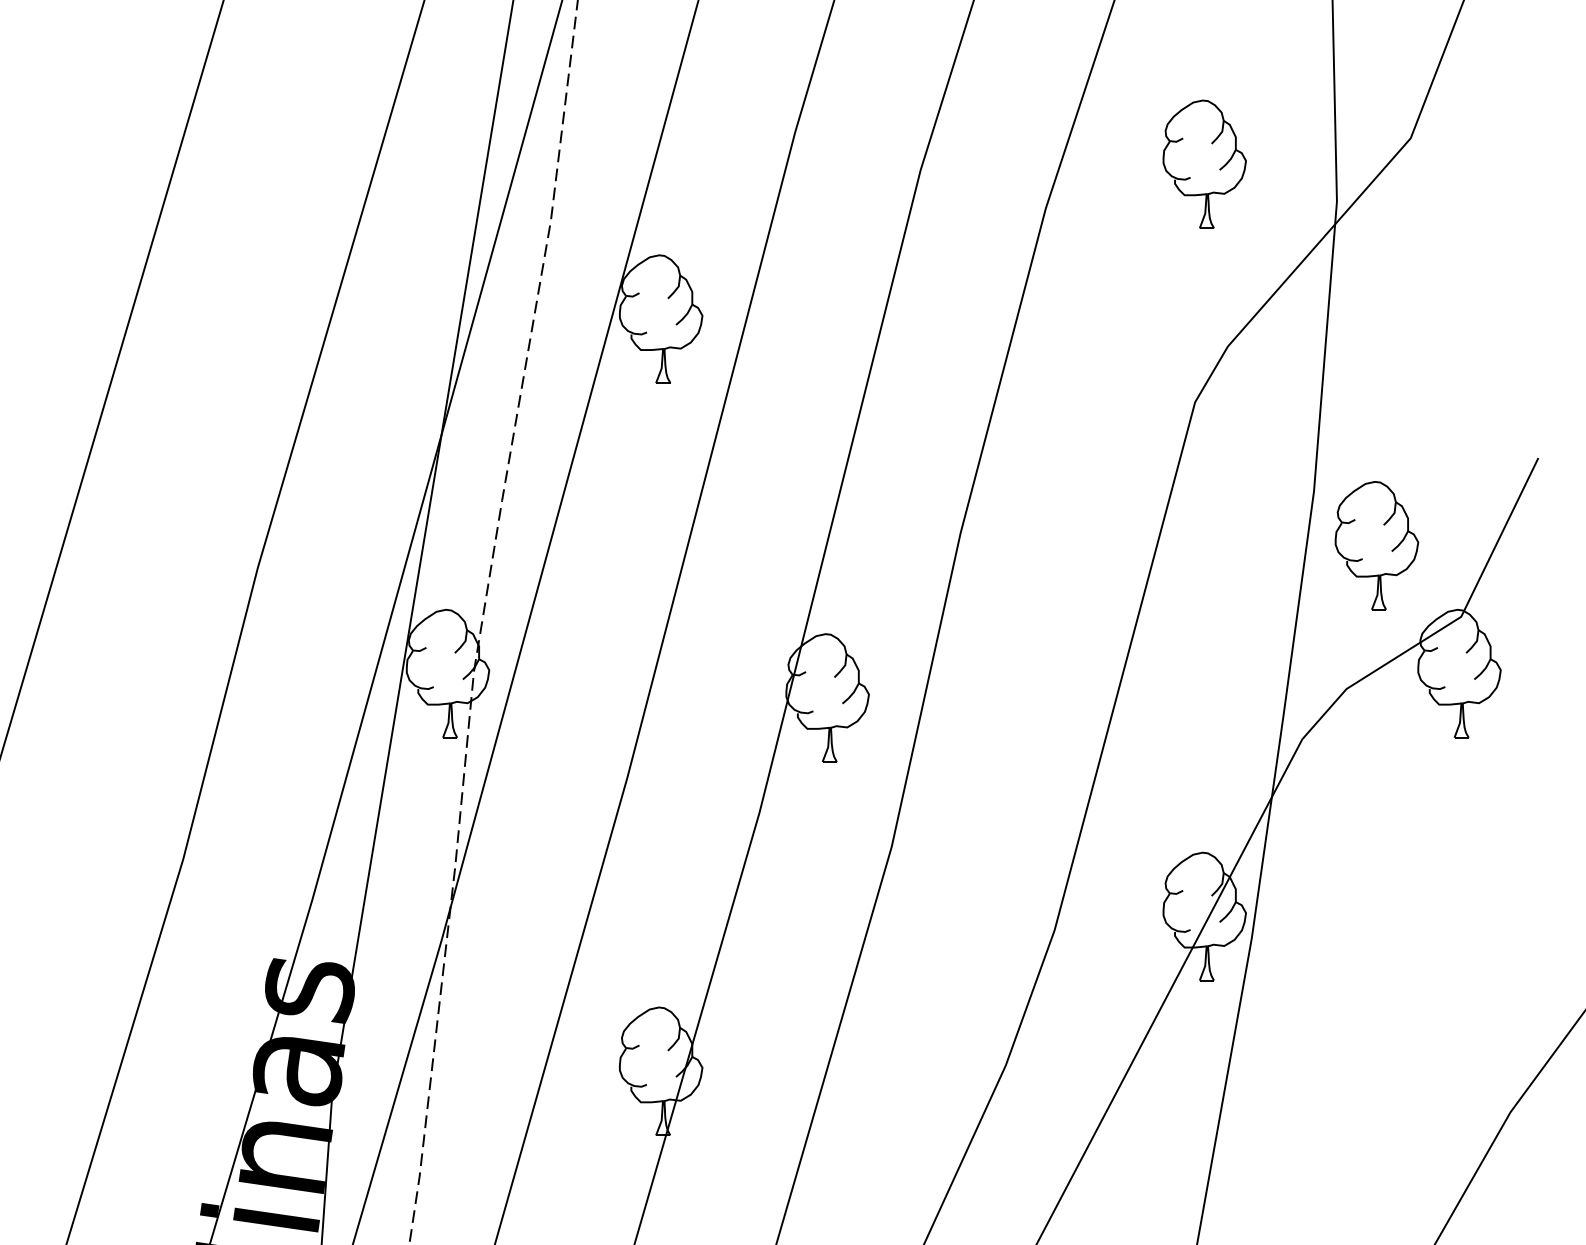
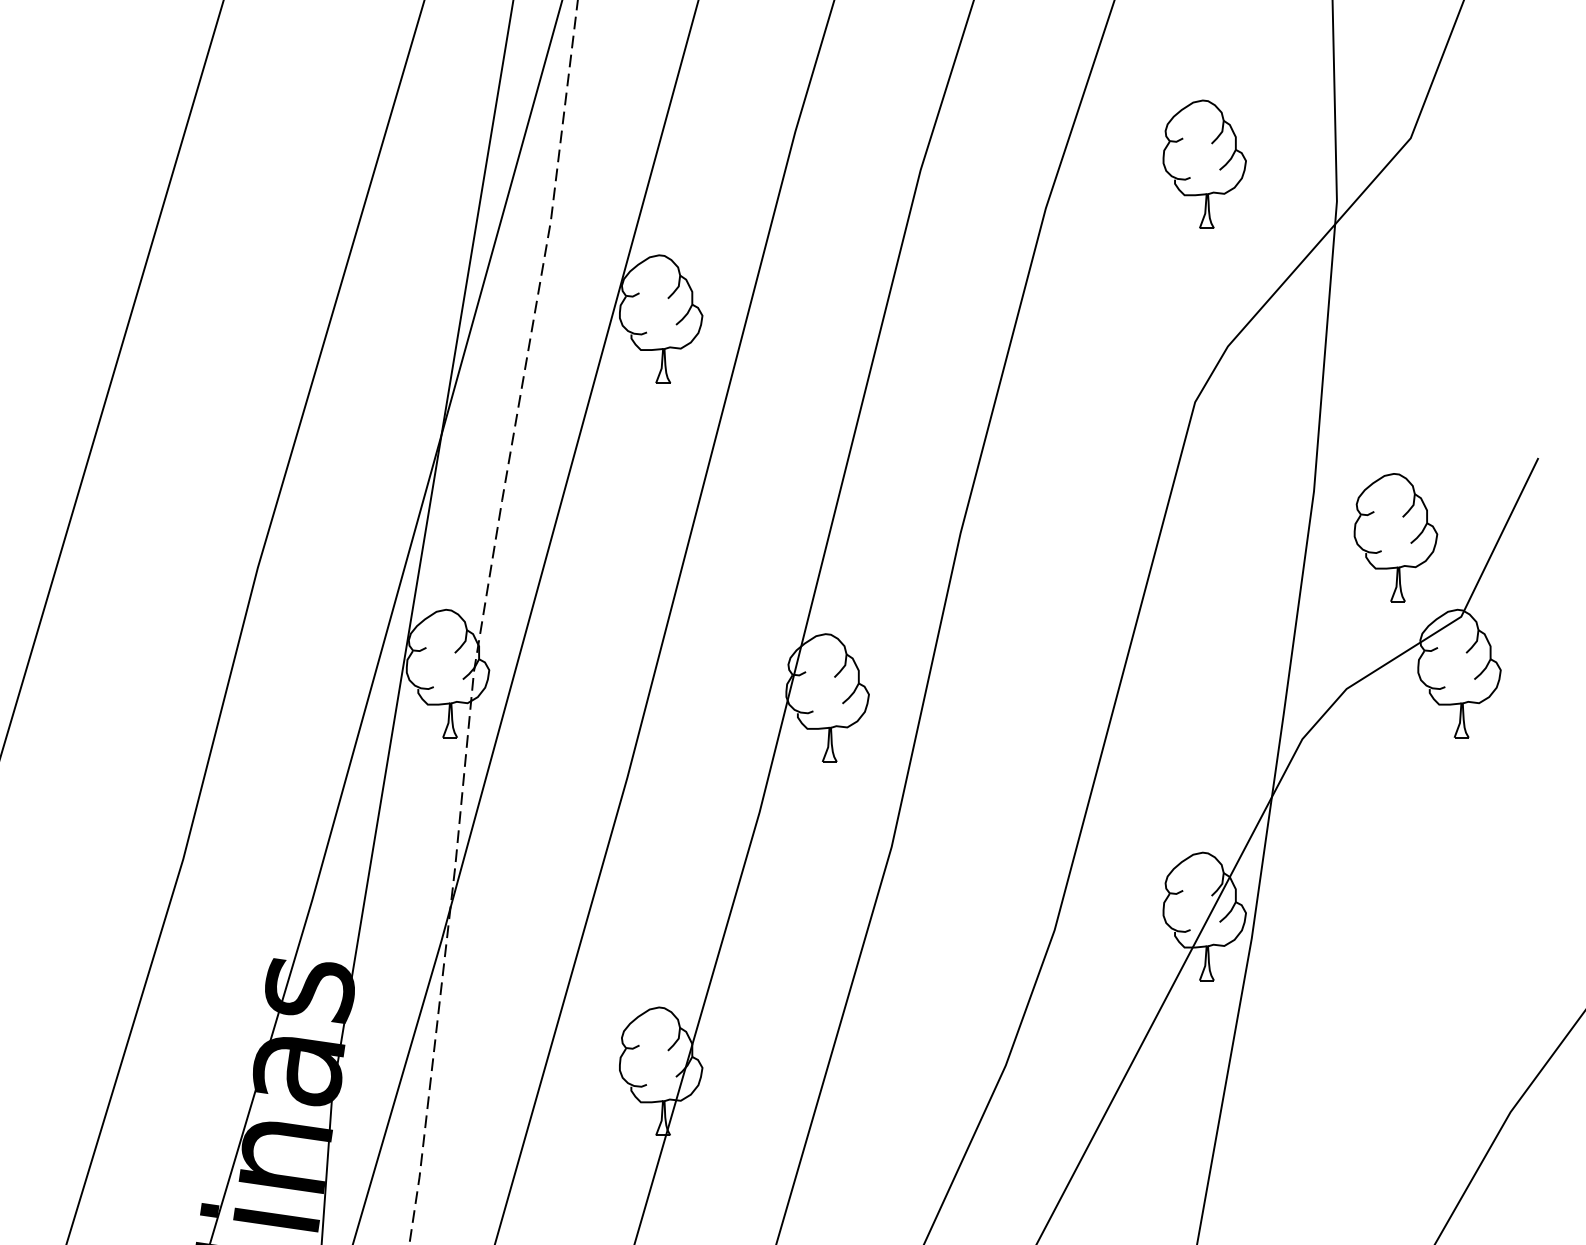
part at (1376, 545) position: (1376, 545) -> (1395, 537)
